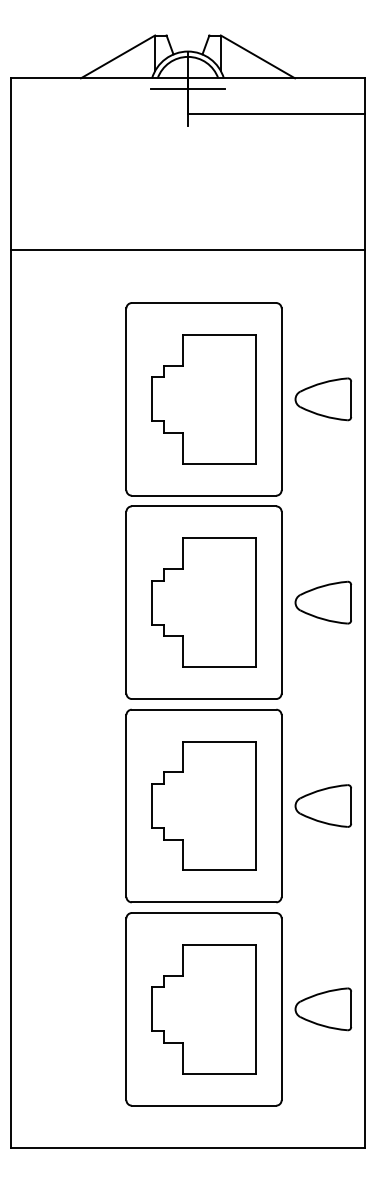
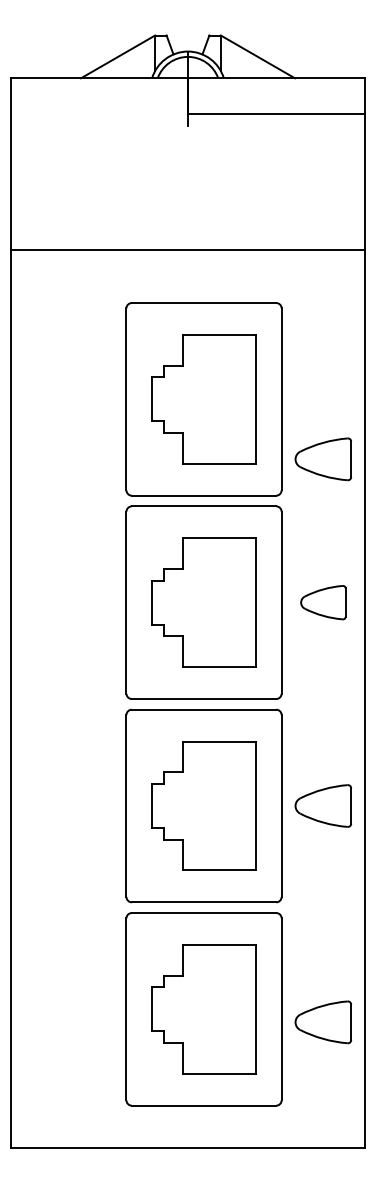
line at (187, 89): present -> none
part at (322, 399) position: (322, 399) -> (322, 459)
part at (323, 602) size: 59x45 px -> 47x36 px
part at (322, 1009) position: (322, 1009) -> (322, 1022)
